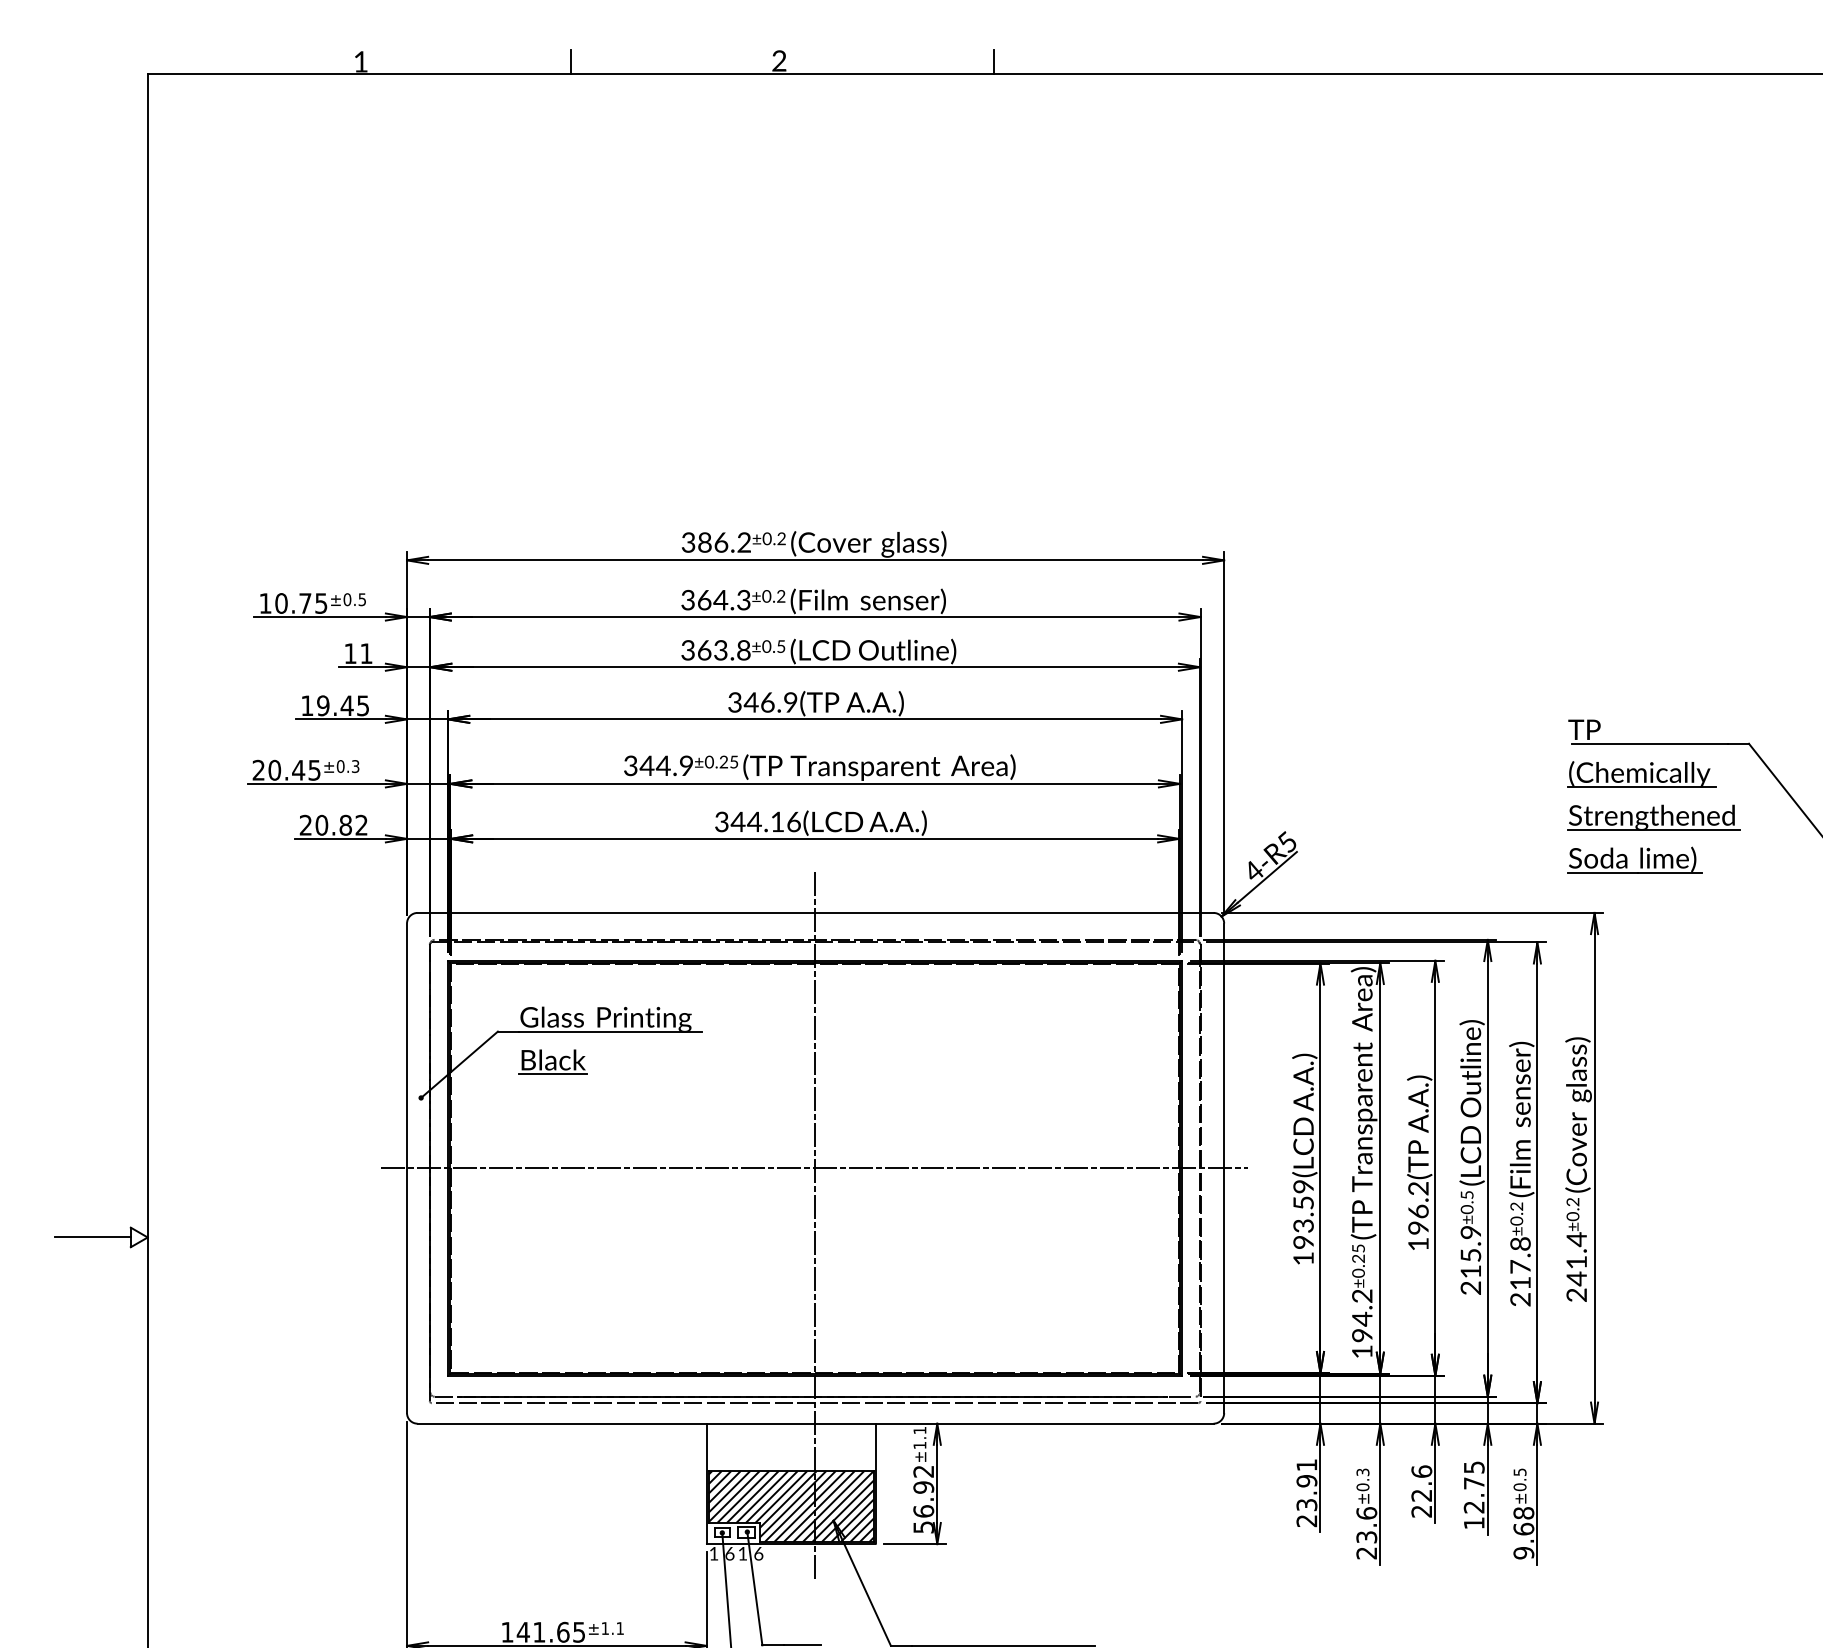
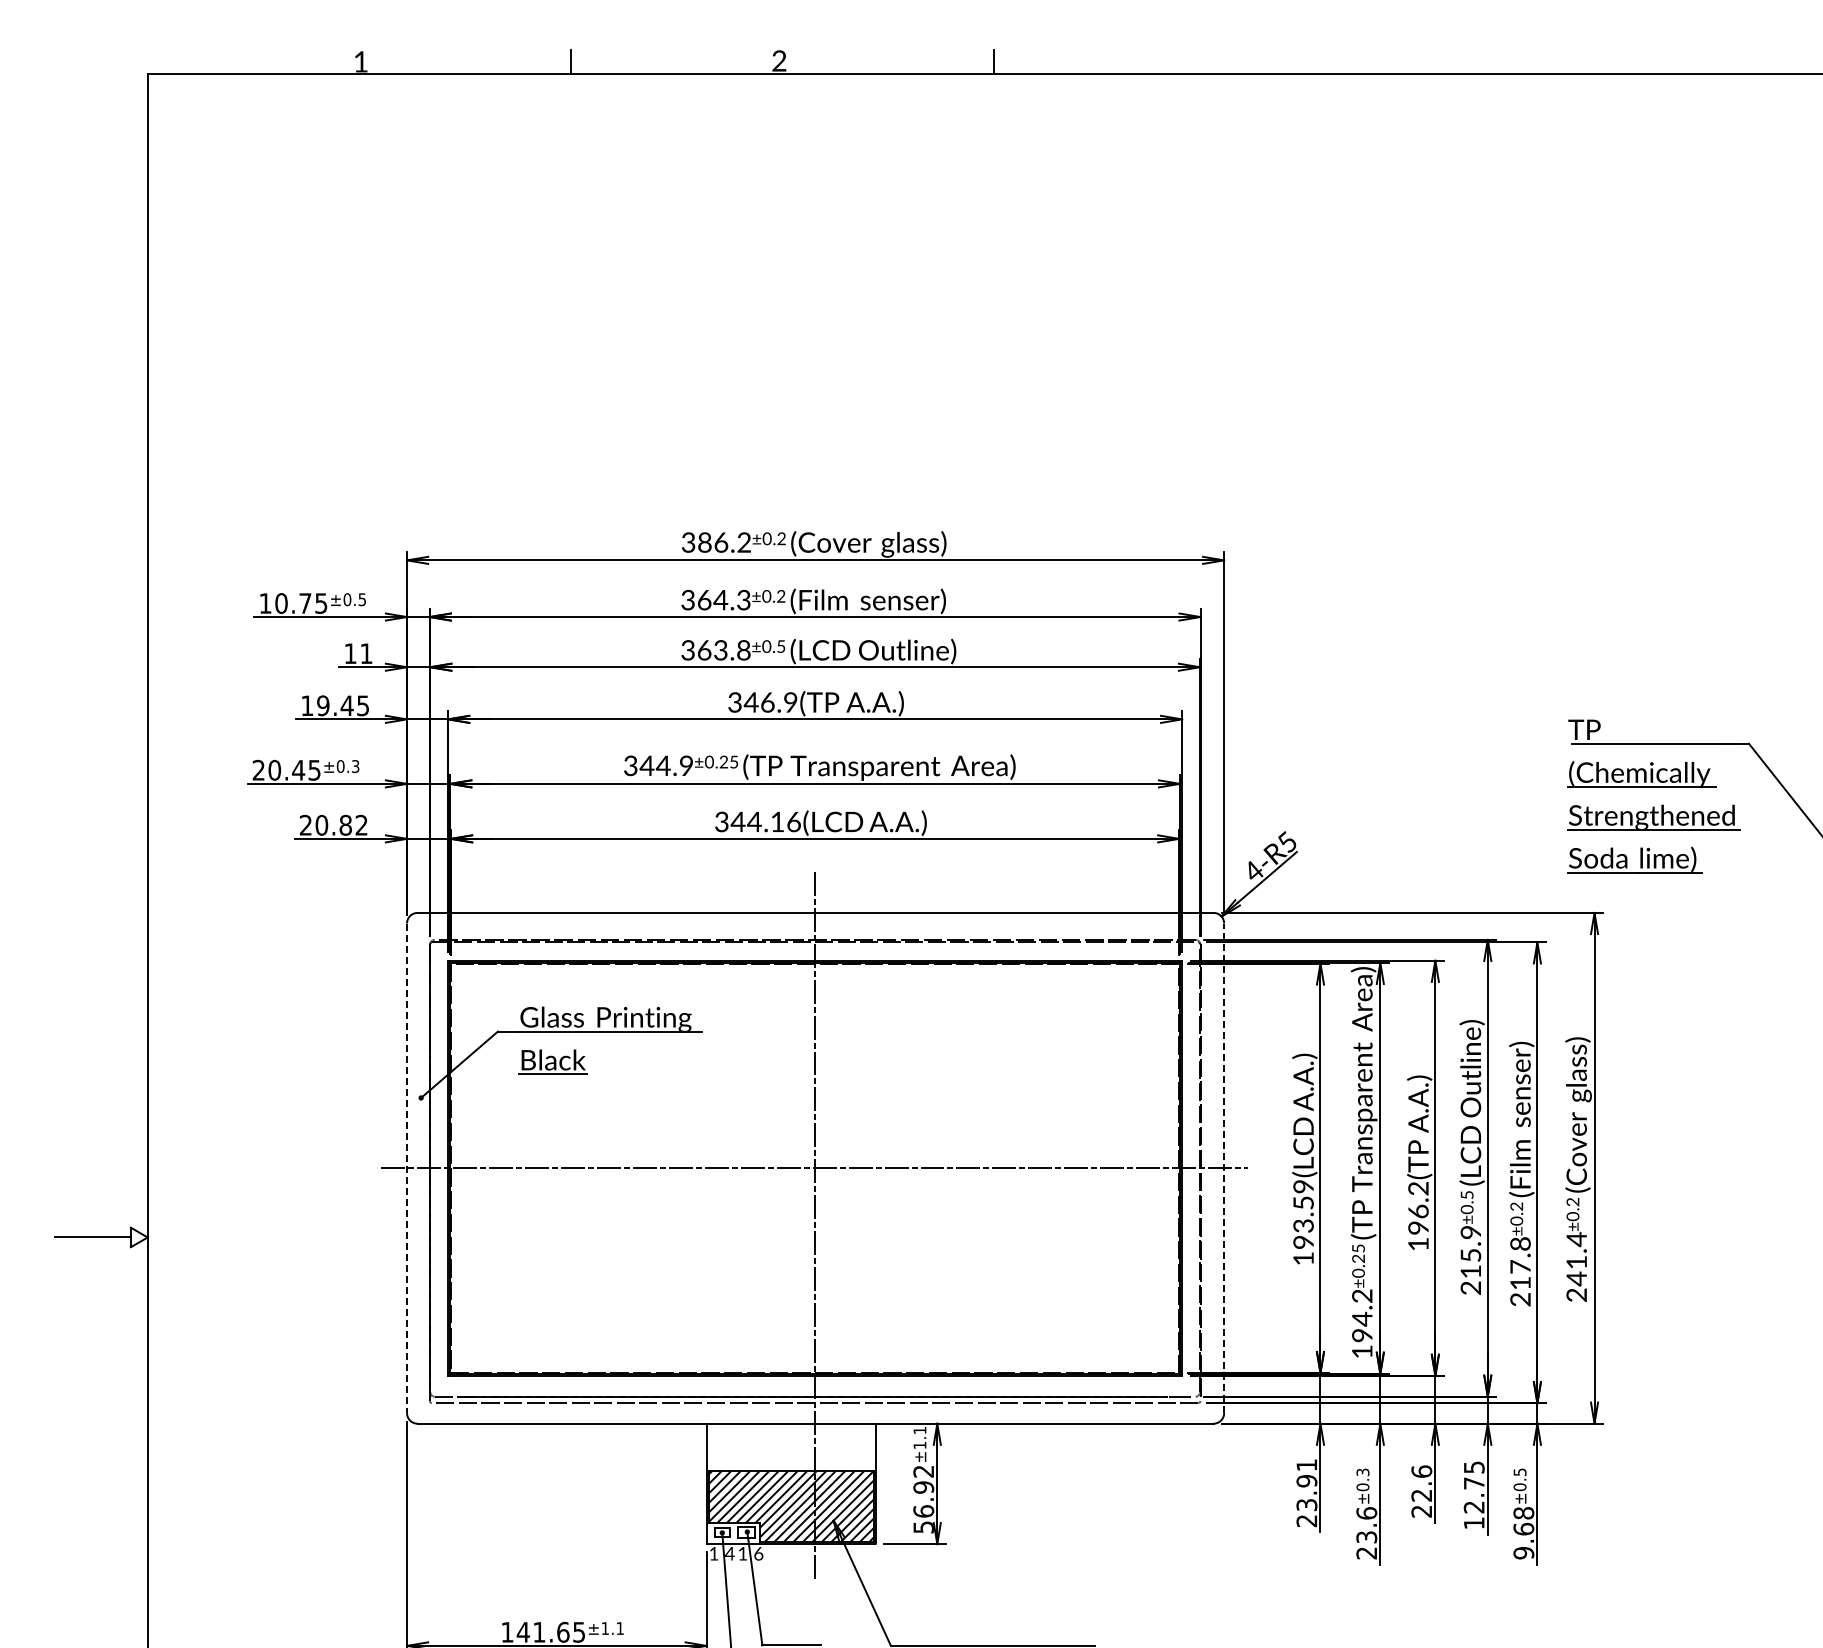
line at (407, 1168): solid -> dashed
line at (1224, 1168): solid -> dashed
text at (729, 1553): 6 -> 4
